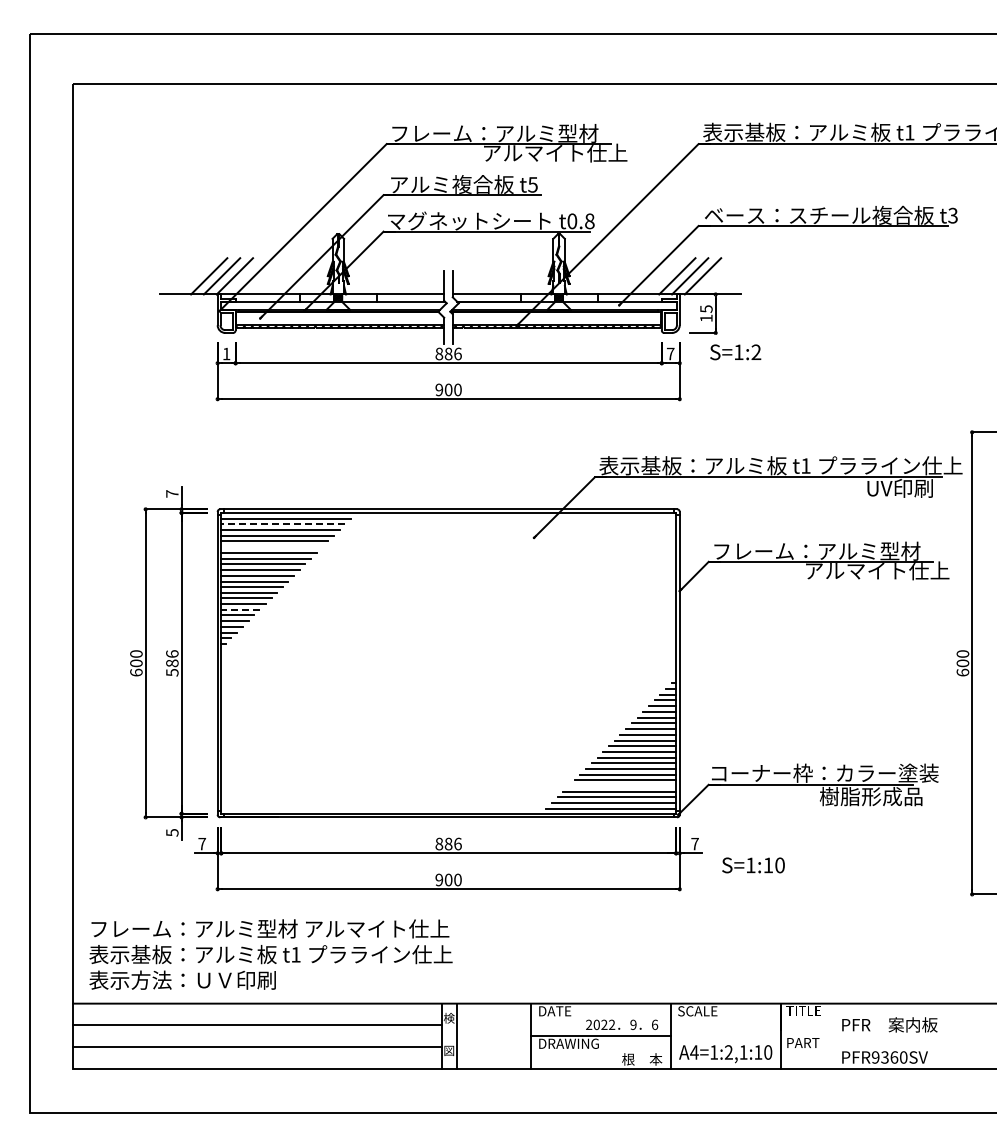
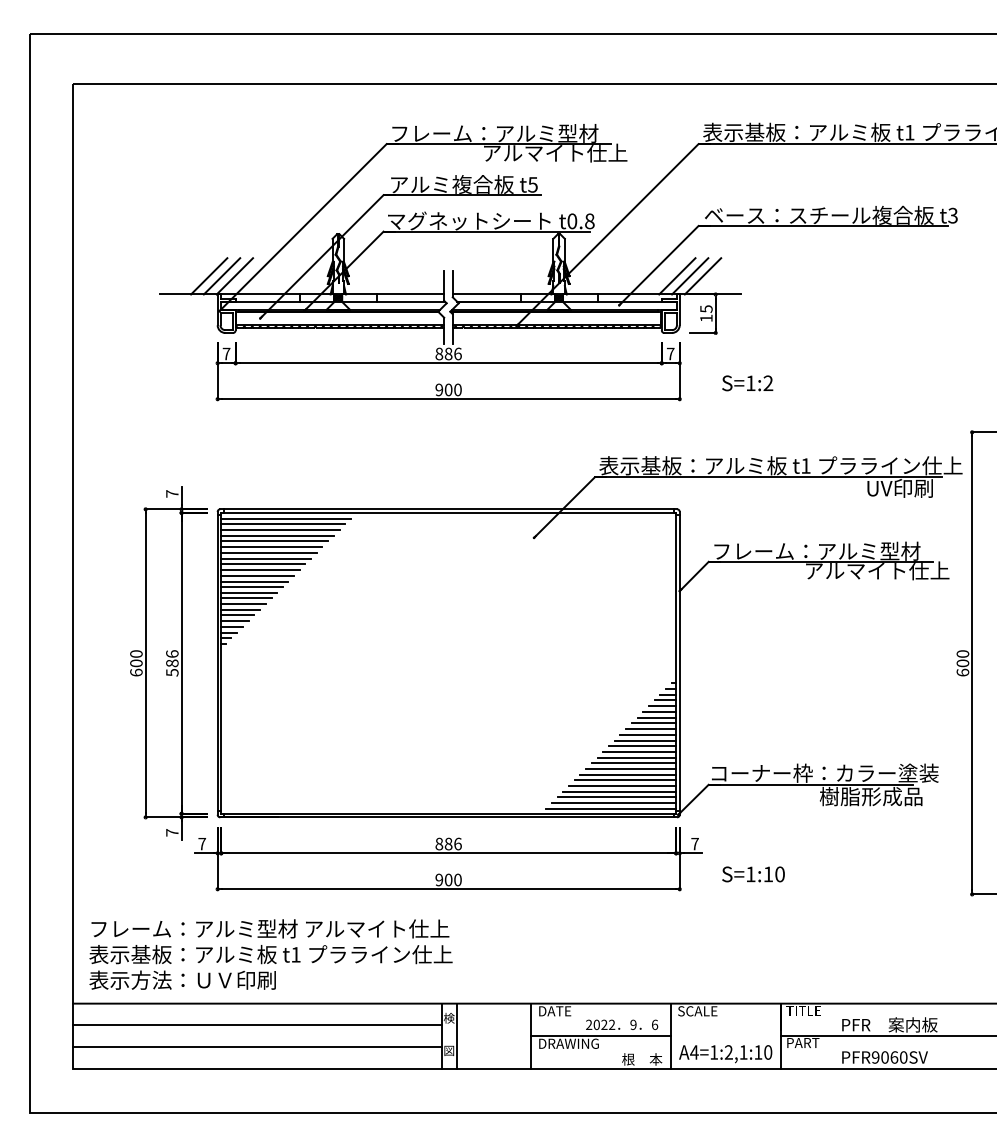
text at (735, 352) position: (735, 352) -> (747, 383)
text at (226, 353): 1 -> 7
line at (282, 524): dashed -> solid
line at (271, 547): none -> present
line at (240, 609): dashed -> solid
line at (622, 786): none -> present
text at (172, 832): 5 -> 7
text at (753, 865) position: (753, 865) -> (753, 874)
line at (886, 1036): none -> present
text at (884, 1057): PFR9360SV -> PFR9060SV
